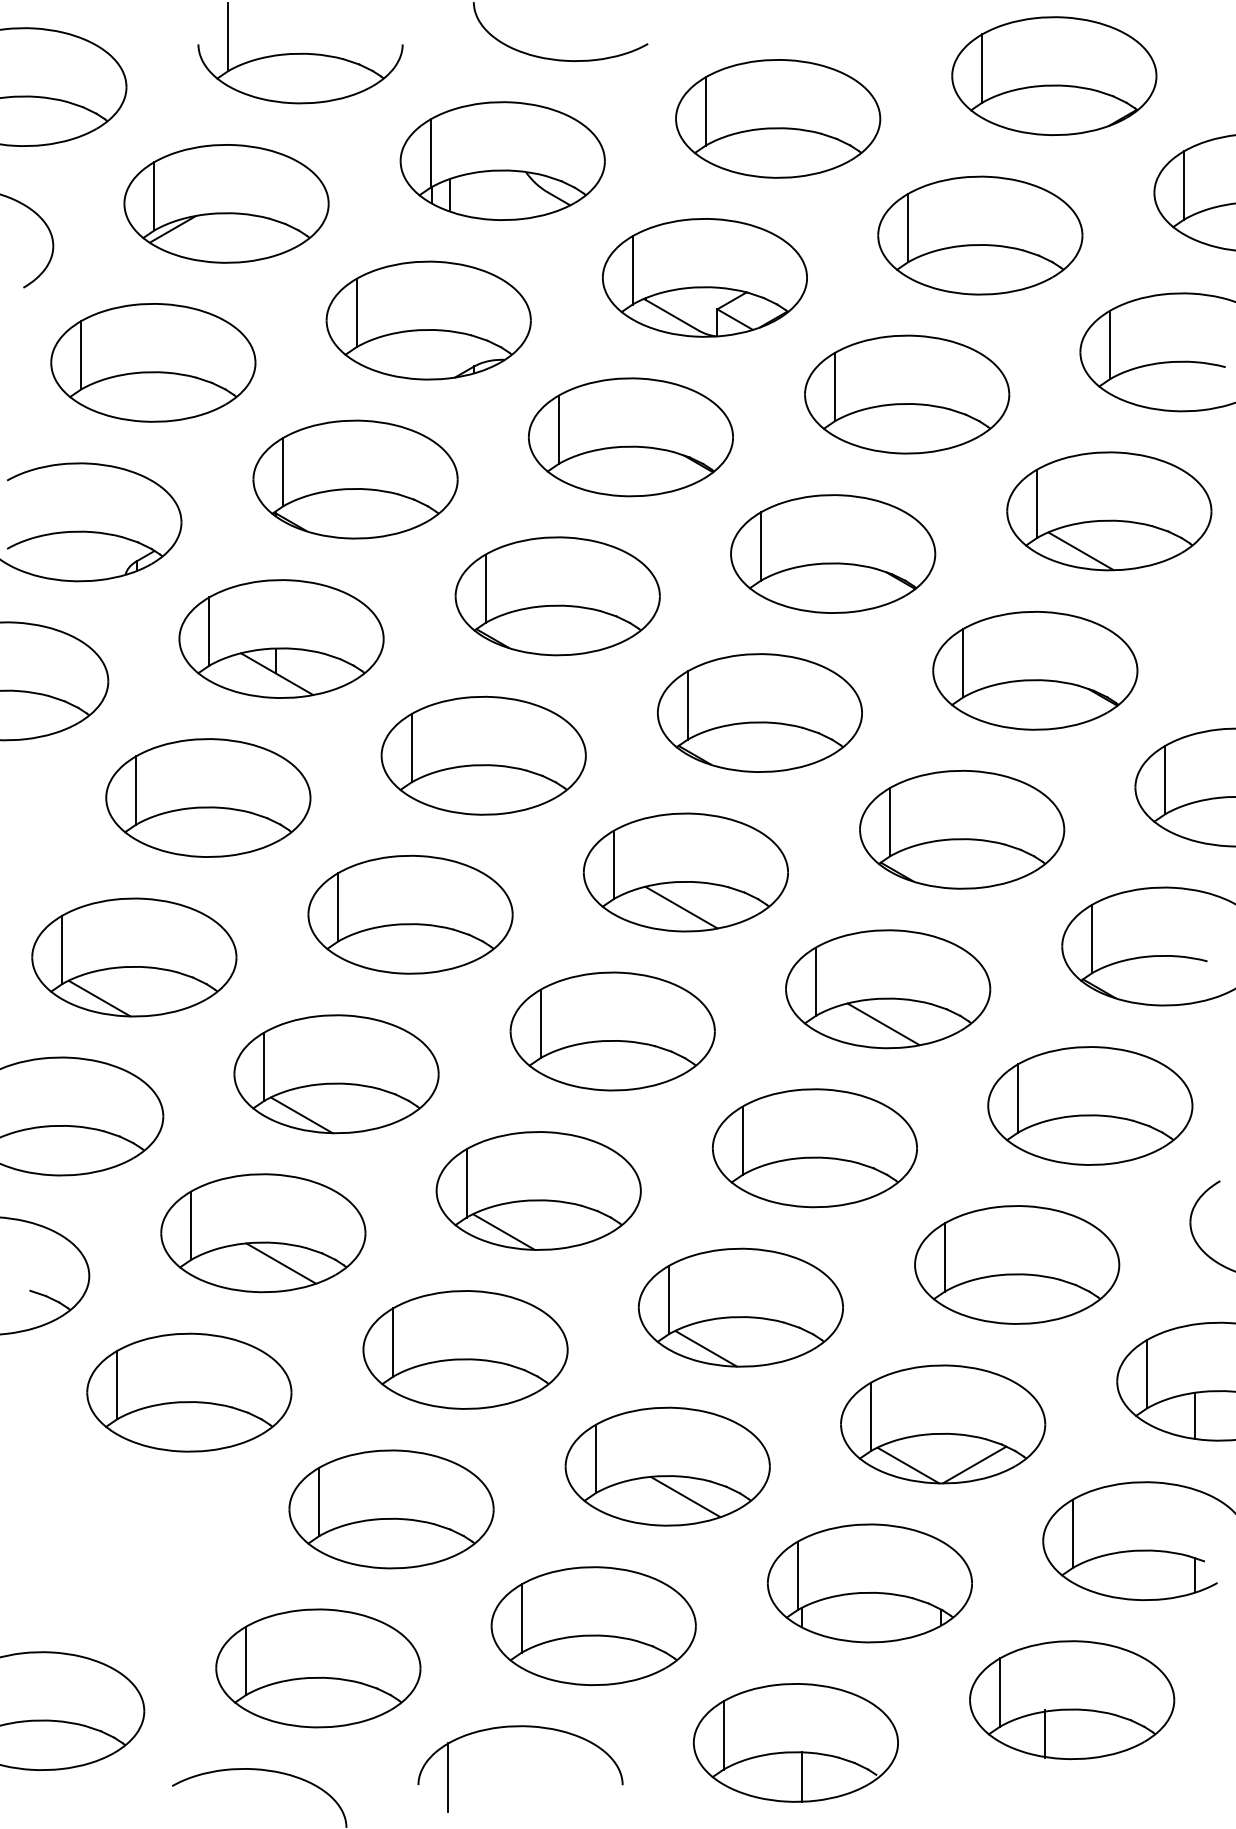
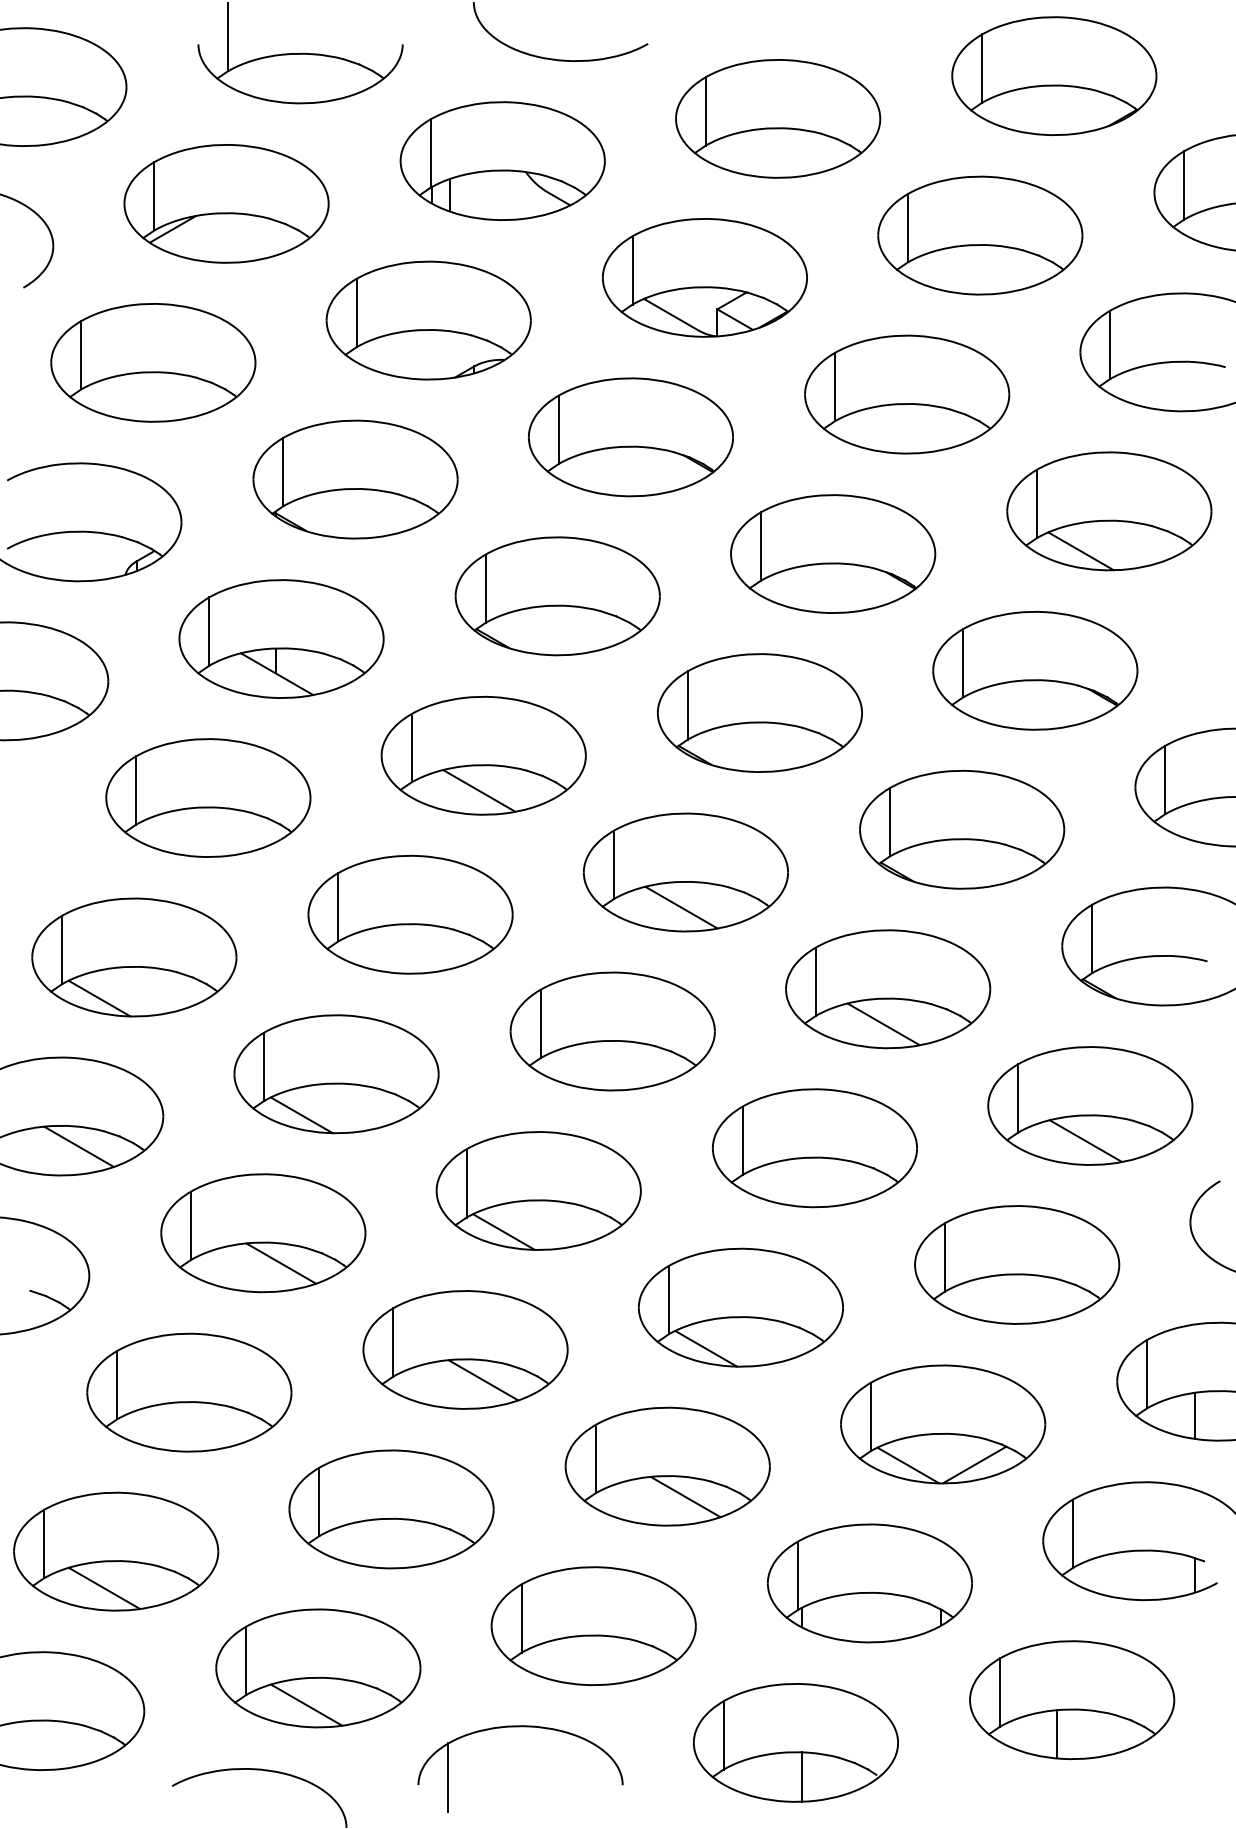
line at (479, 790): none -> present
line at (1085, 1140): none -> present
line at (78, 1146): none -> present
line at (483, 1380): none -> present
part at (116, 1551): none -> present
line at (306, 1704): none -> present
line at (1044, 1734) position: (1044, 1734) -> (1056, 1734)
